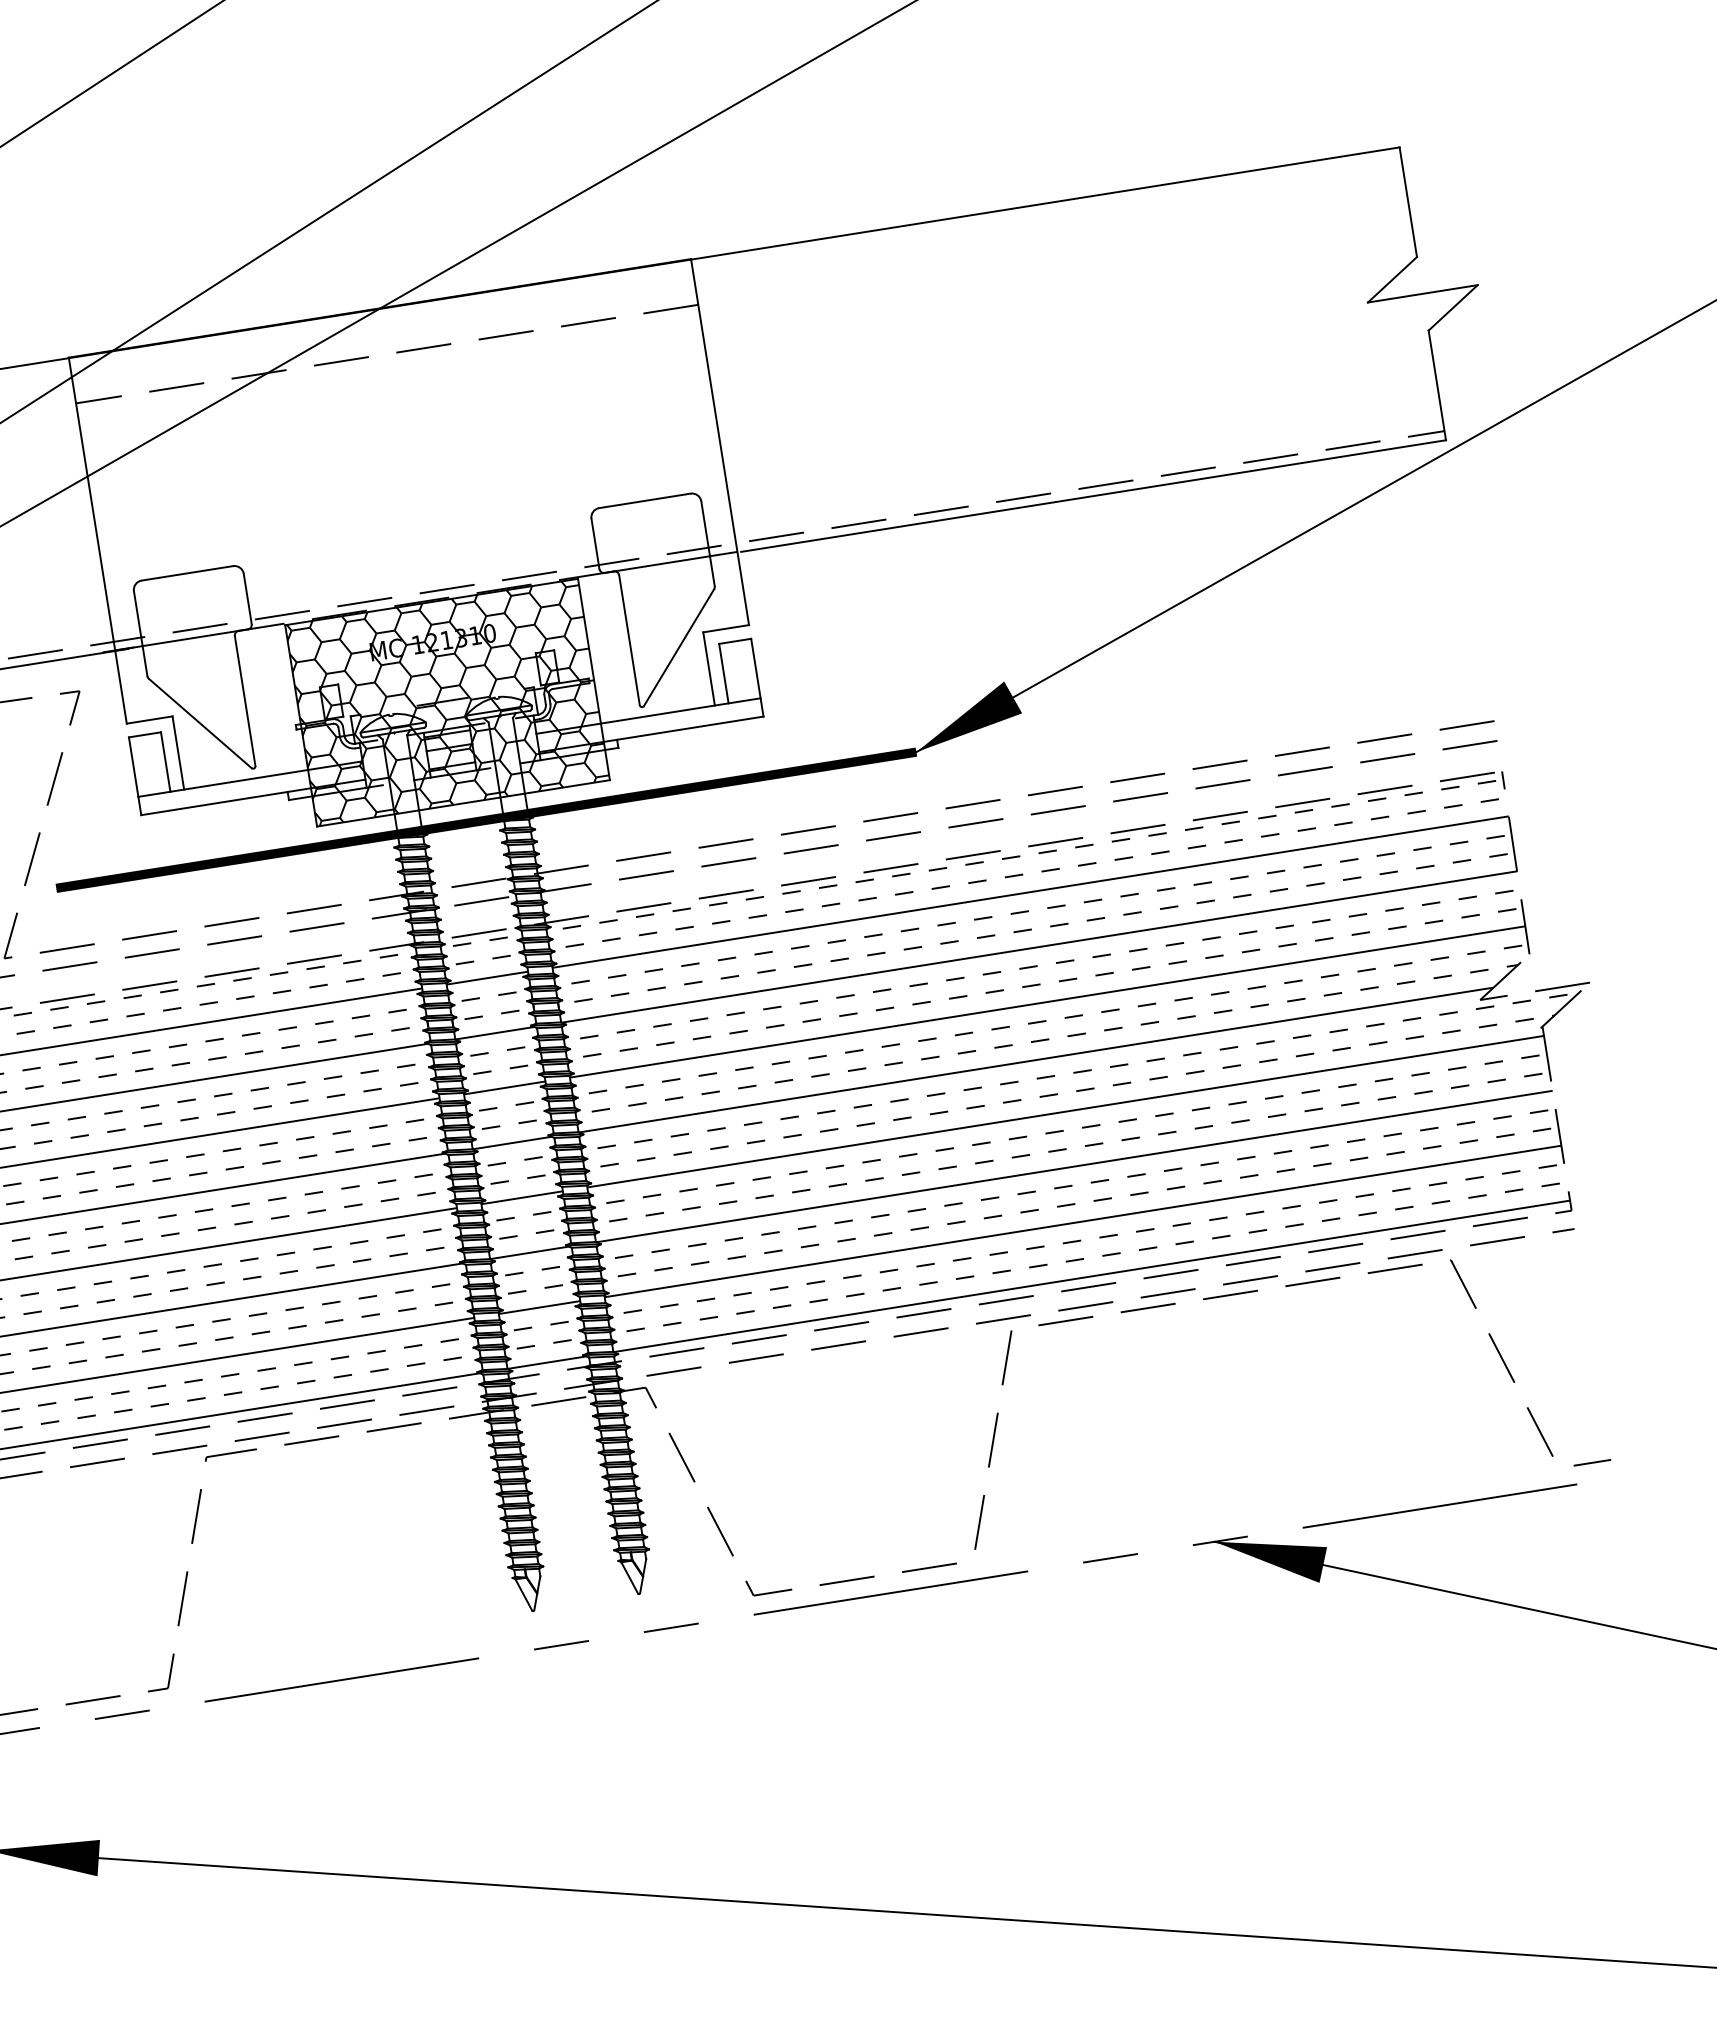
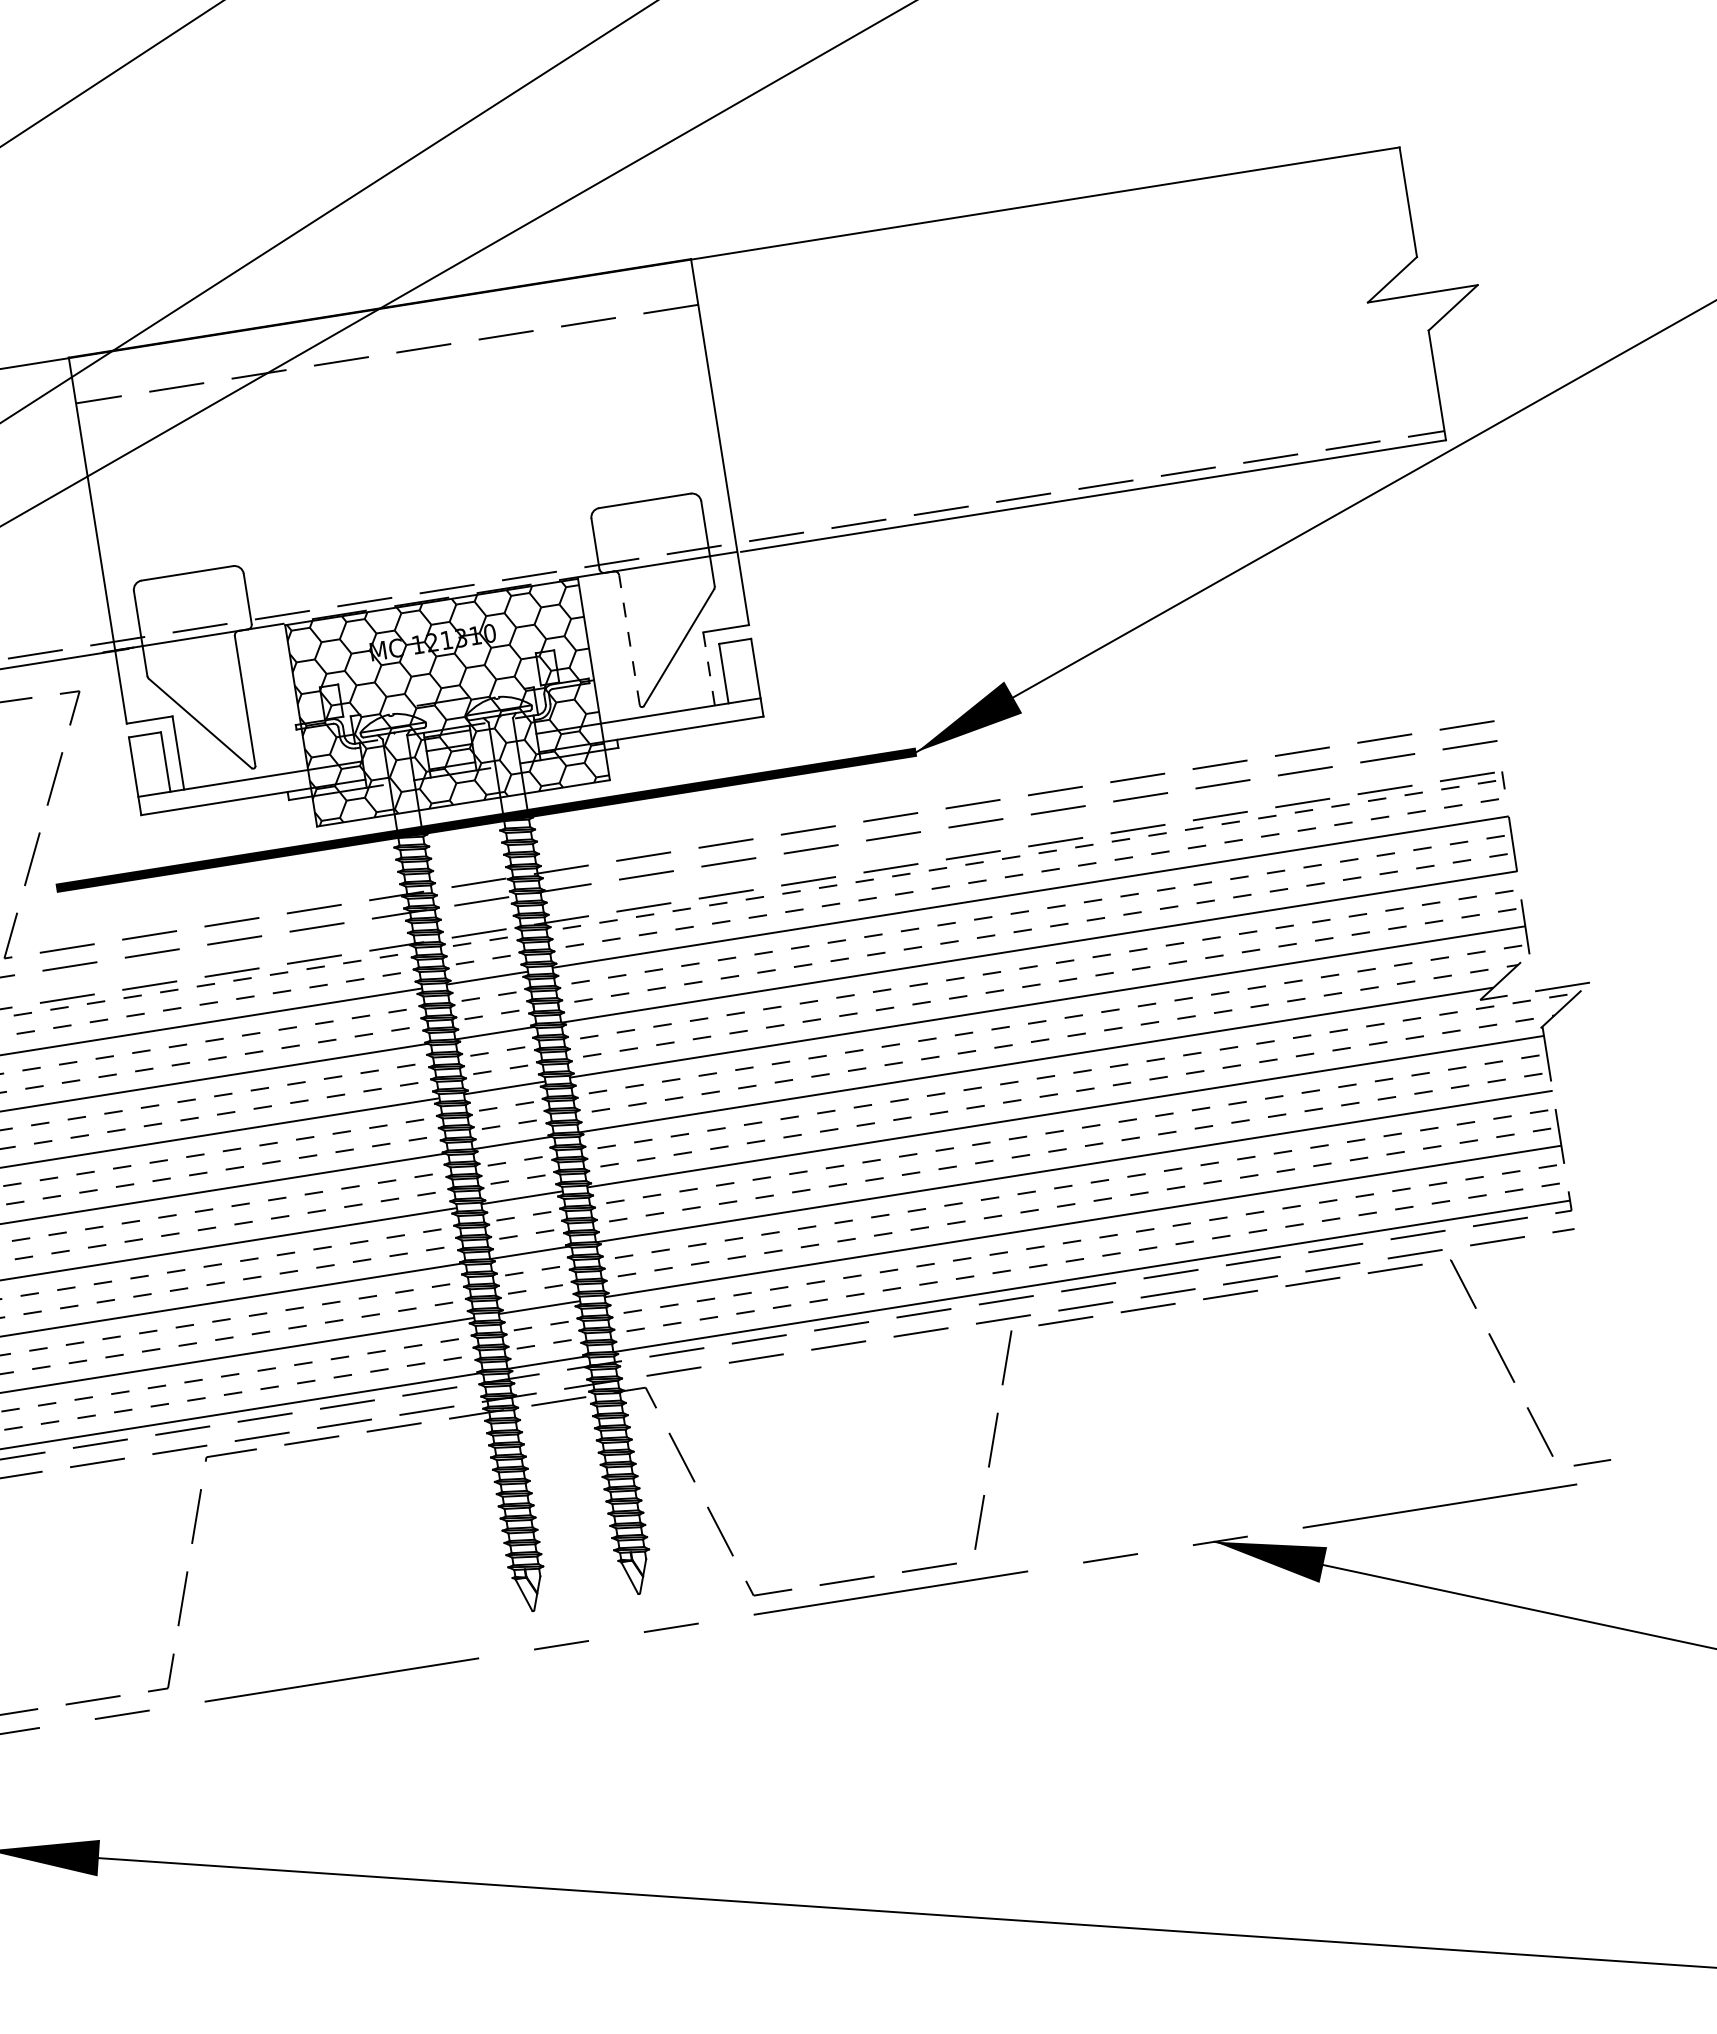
line at (629, 640): solid -> dashed
line at (709, 668): solid -> dashed
